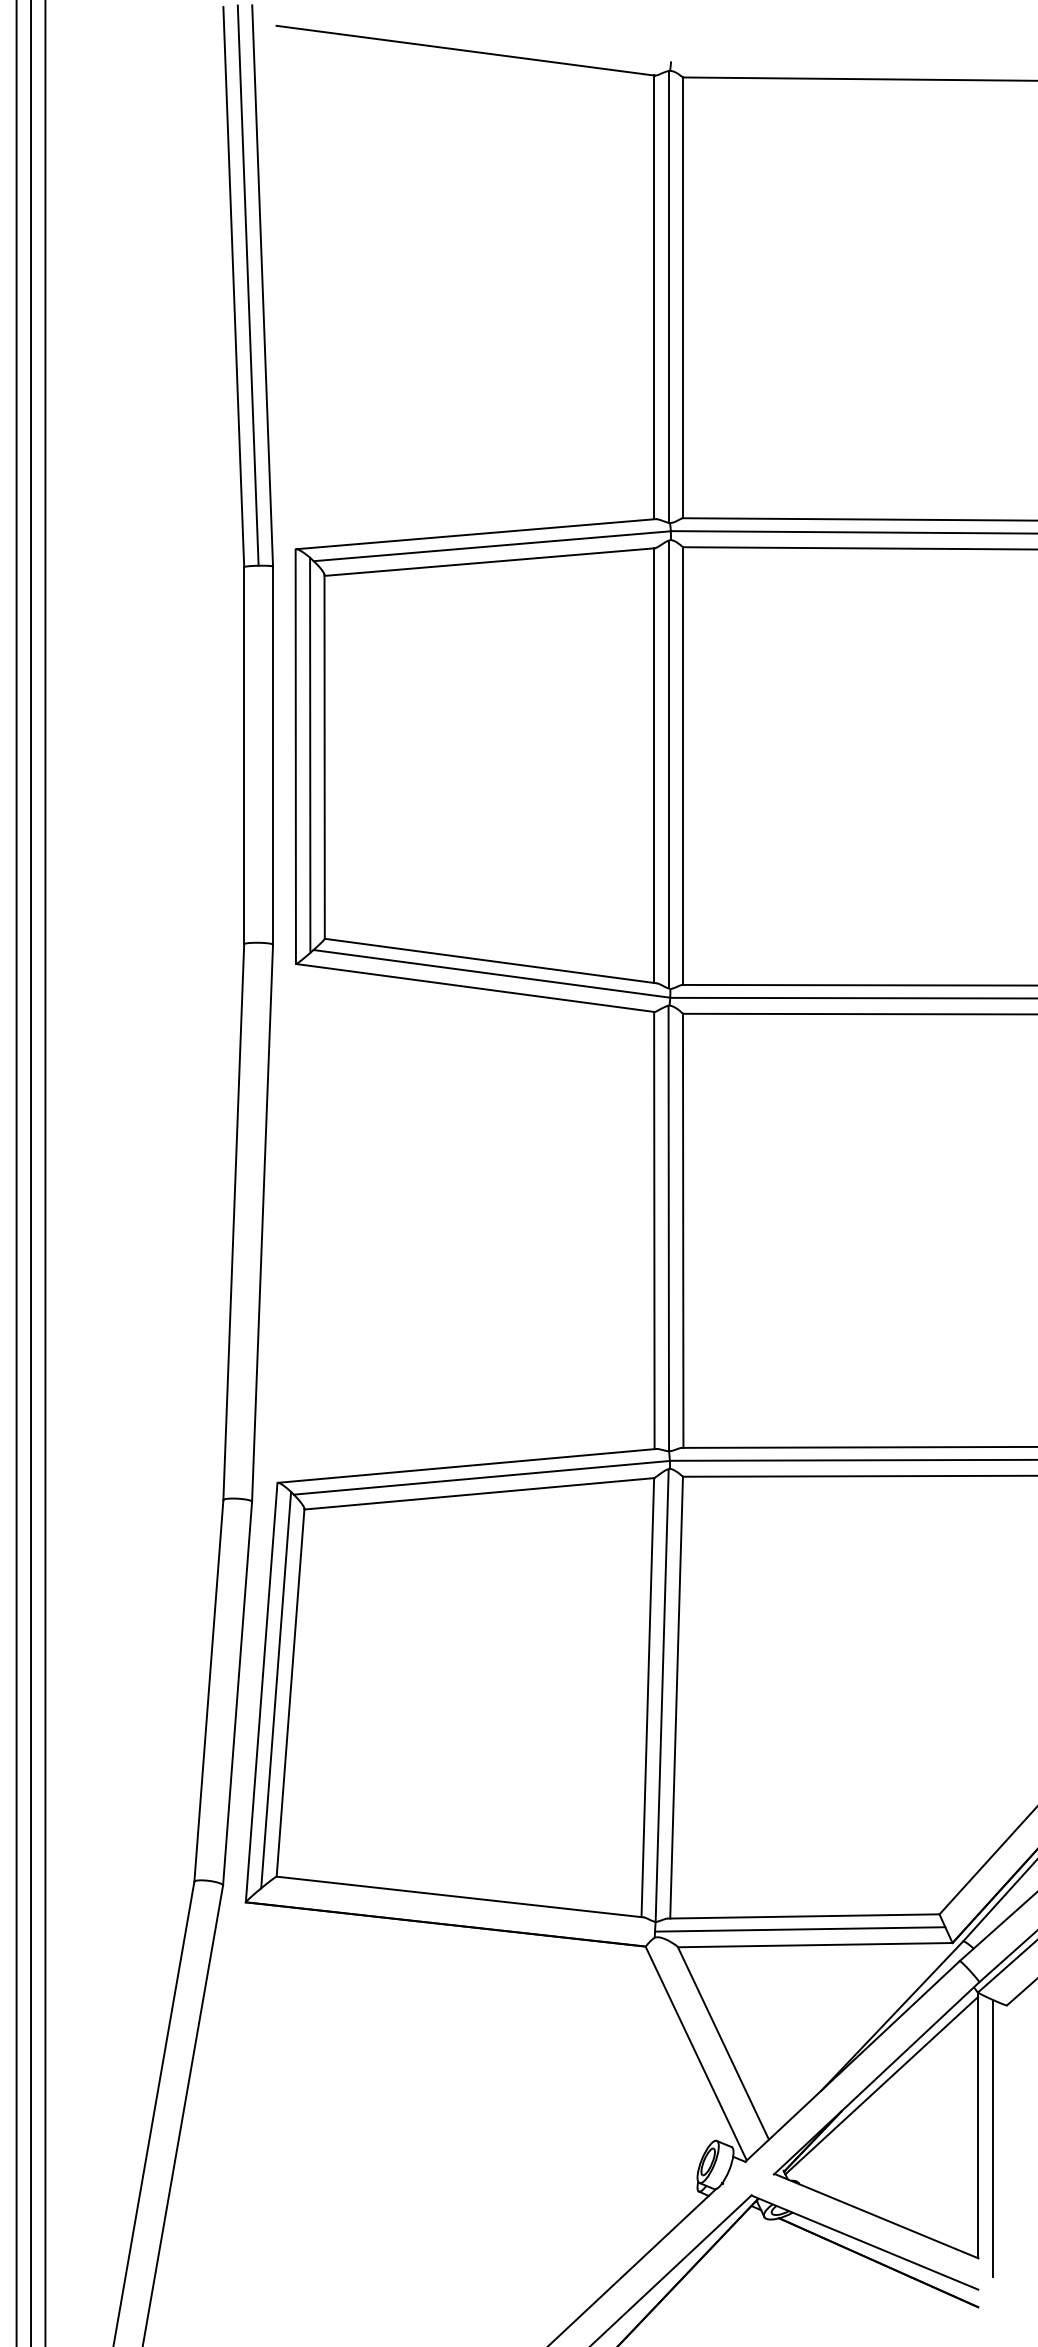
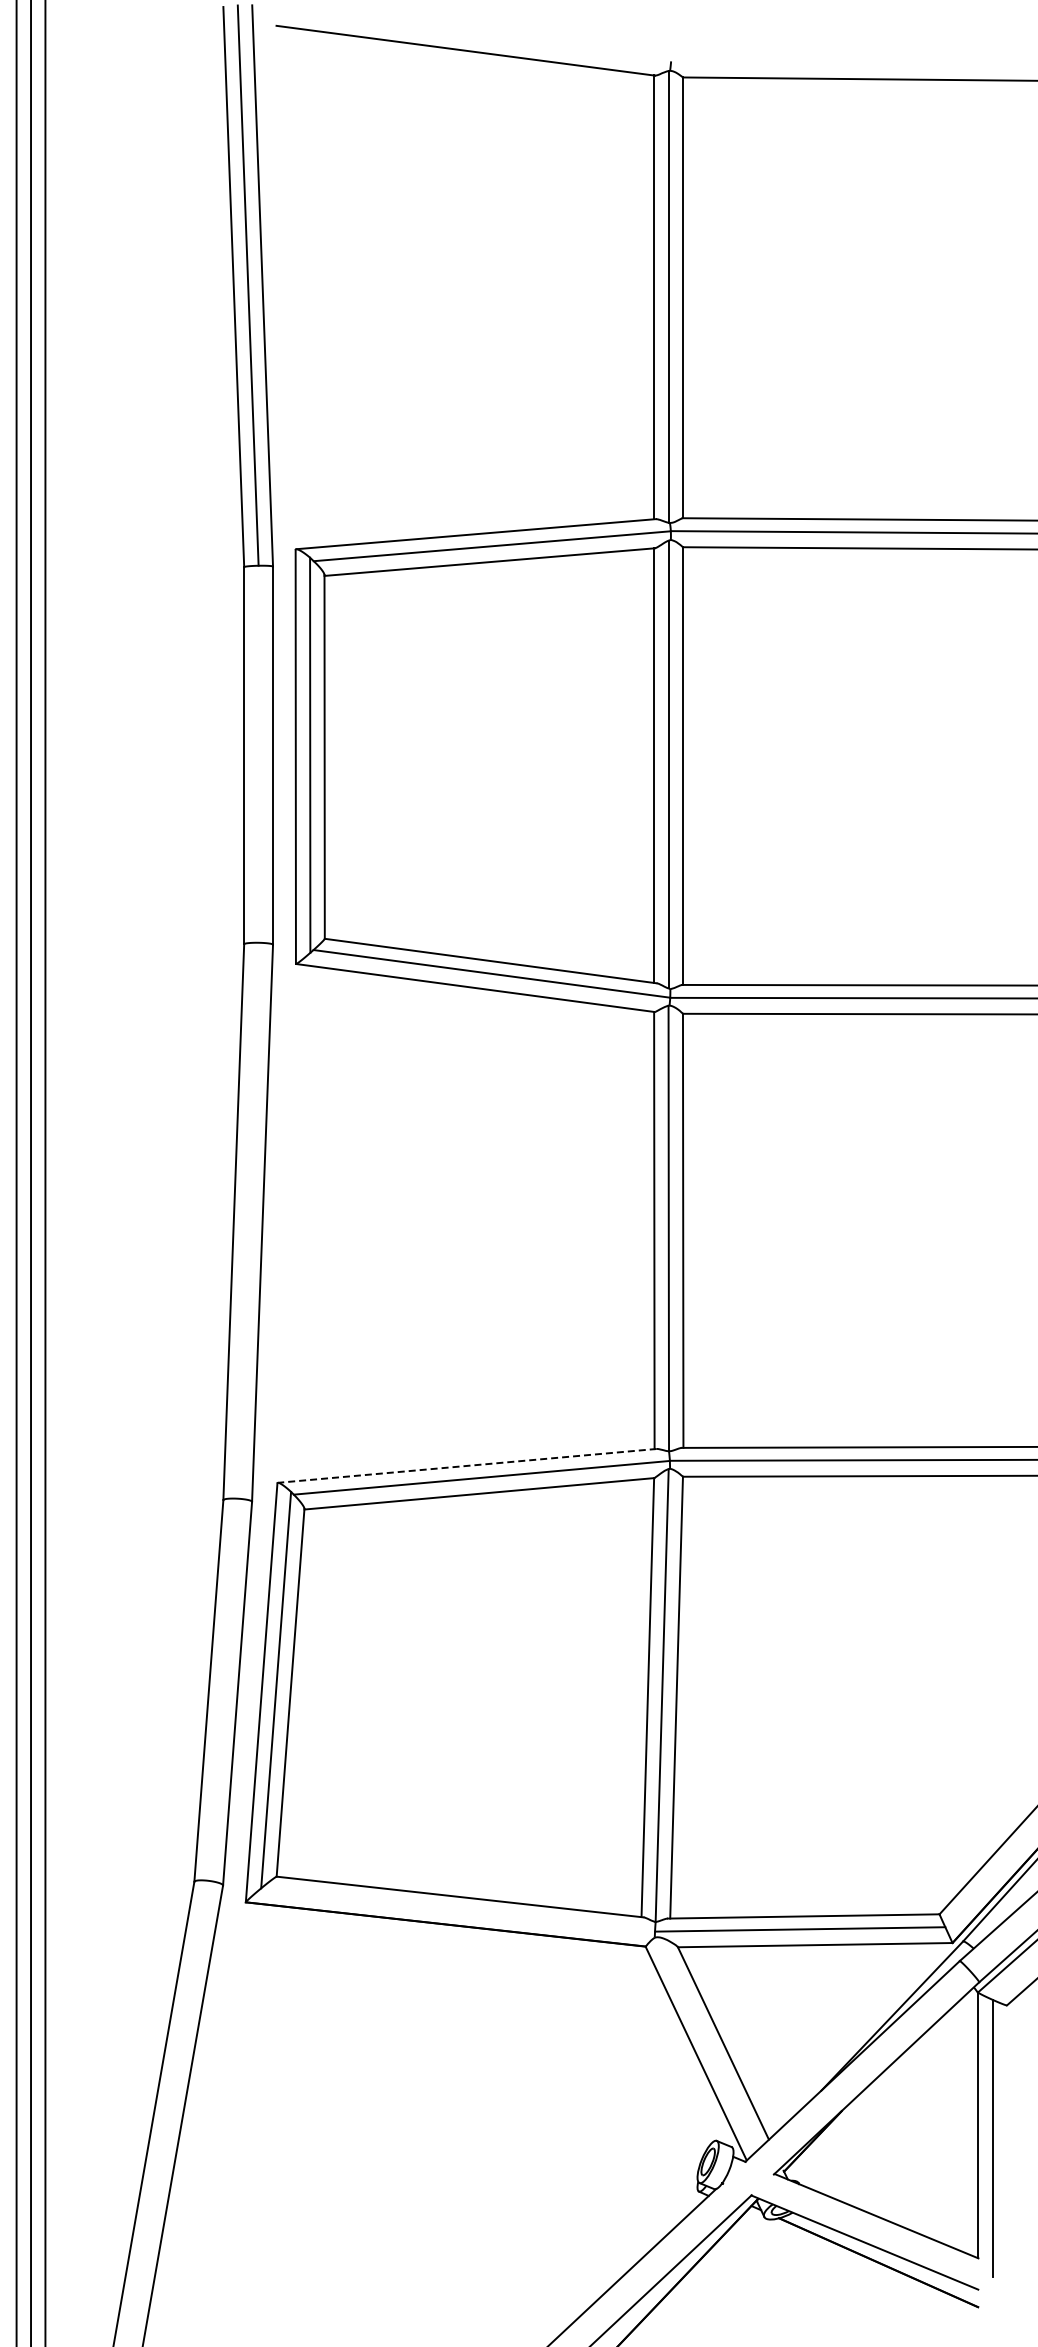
line at (466, 1465): solid -> dashed
line at (881, 2085): present -> none
